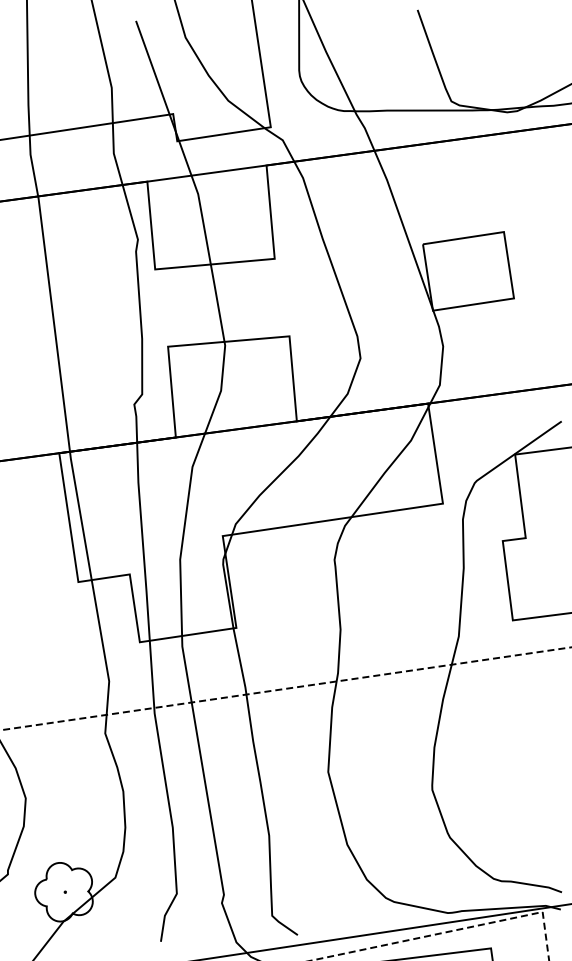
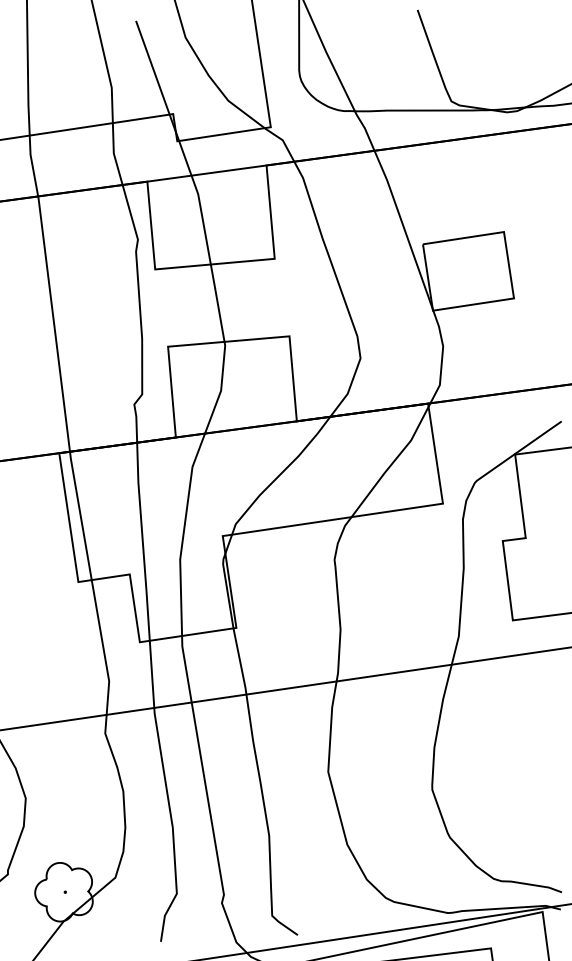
line at (285, 688): dashed -> solid
line at (450, 931): dashed -> solid
